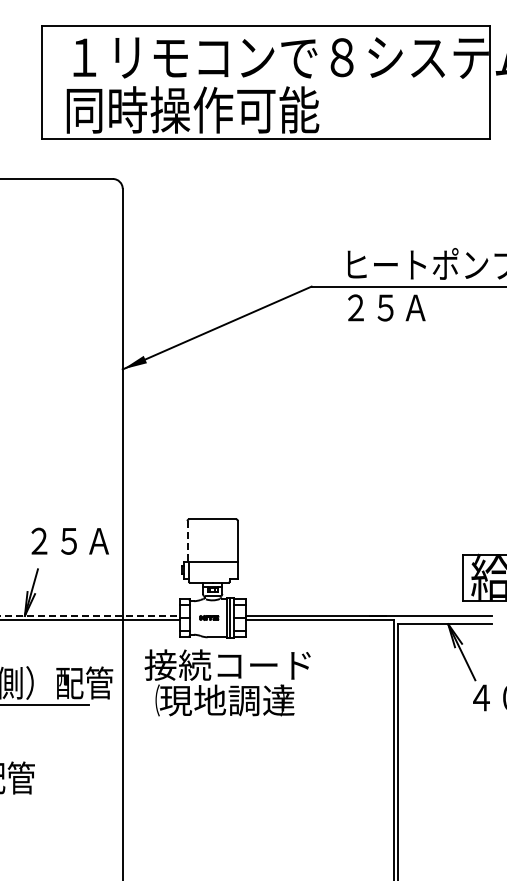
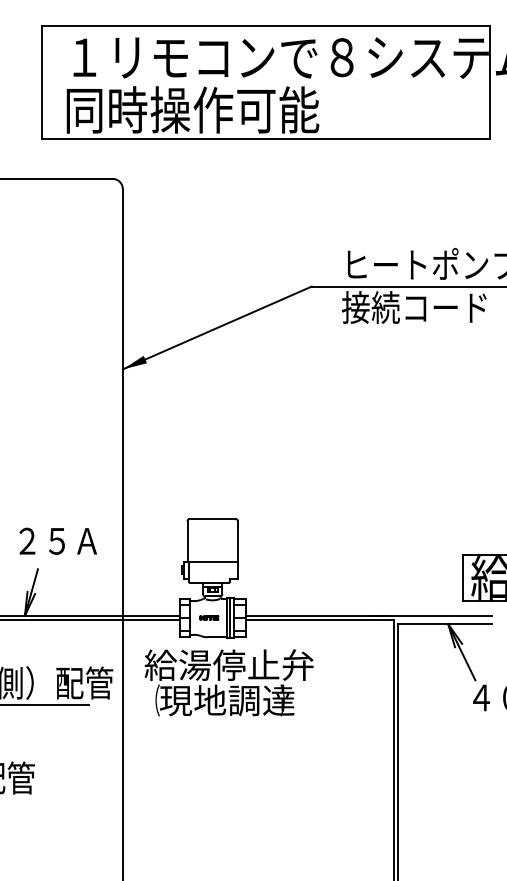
text at (413, 307): ２５Ａ -> 接続コード
text at (69, 540) position: (69, 540) -> (57, 540)
line at (187, 541): dashed -> solid
line at (90, 615): dashed -> solid
text at (228, 664): 接続コード -> 給湯停止弁
